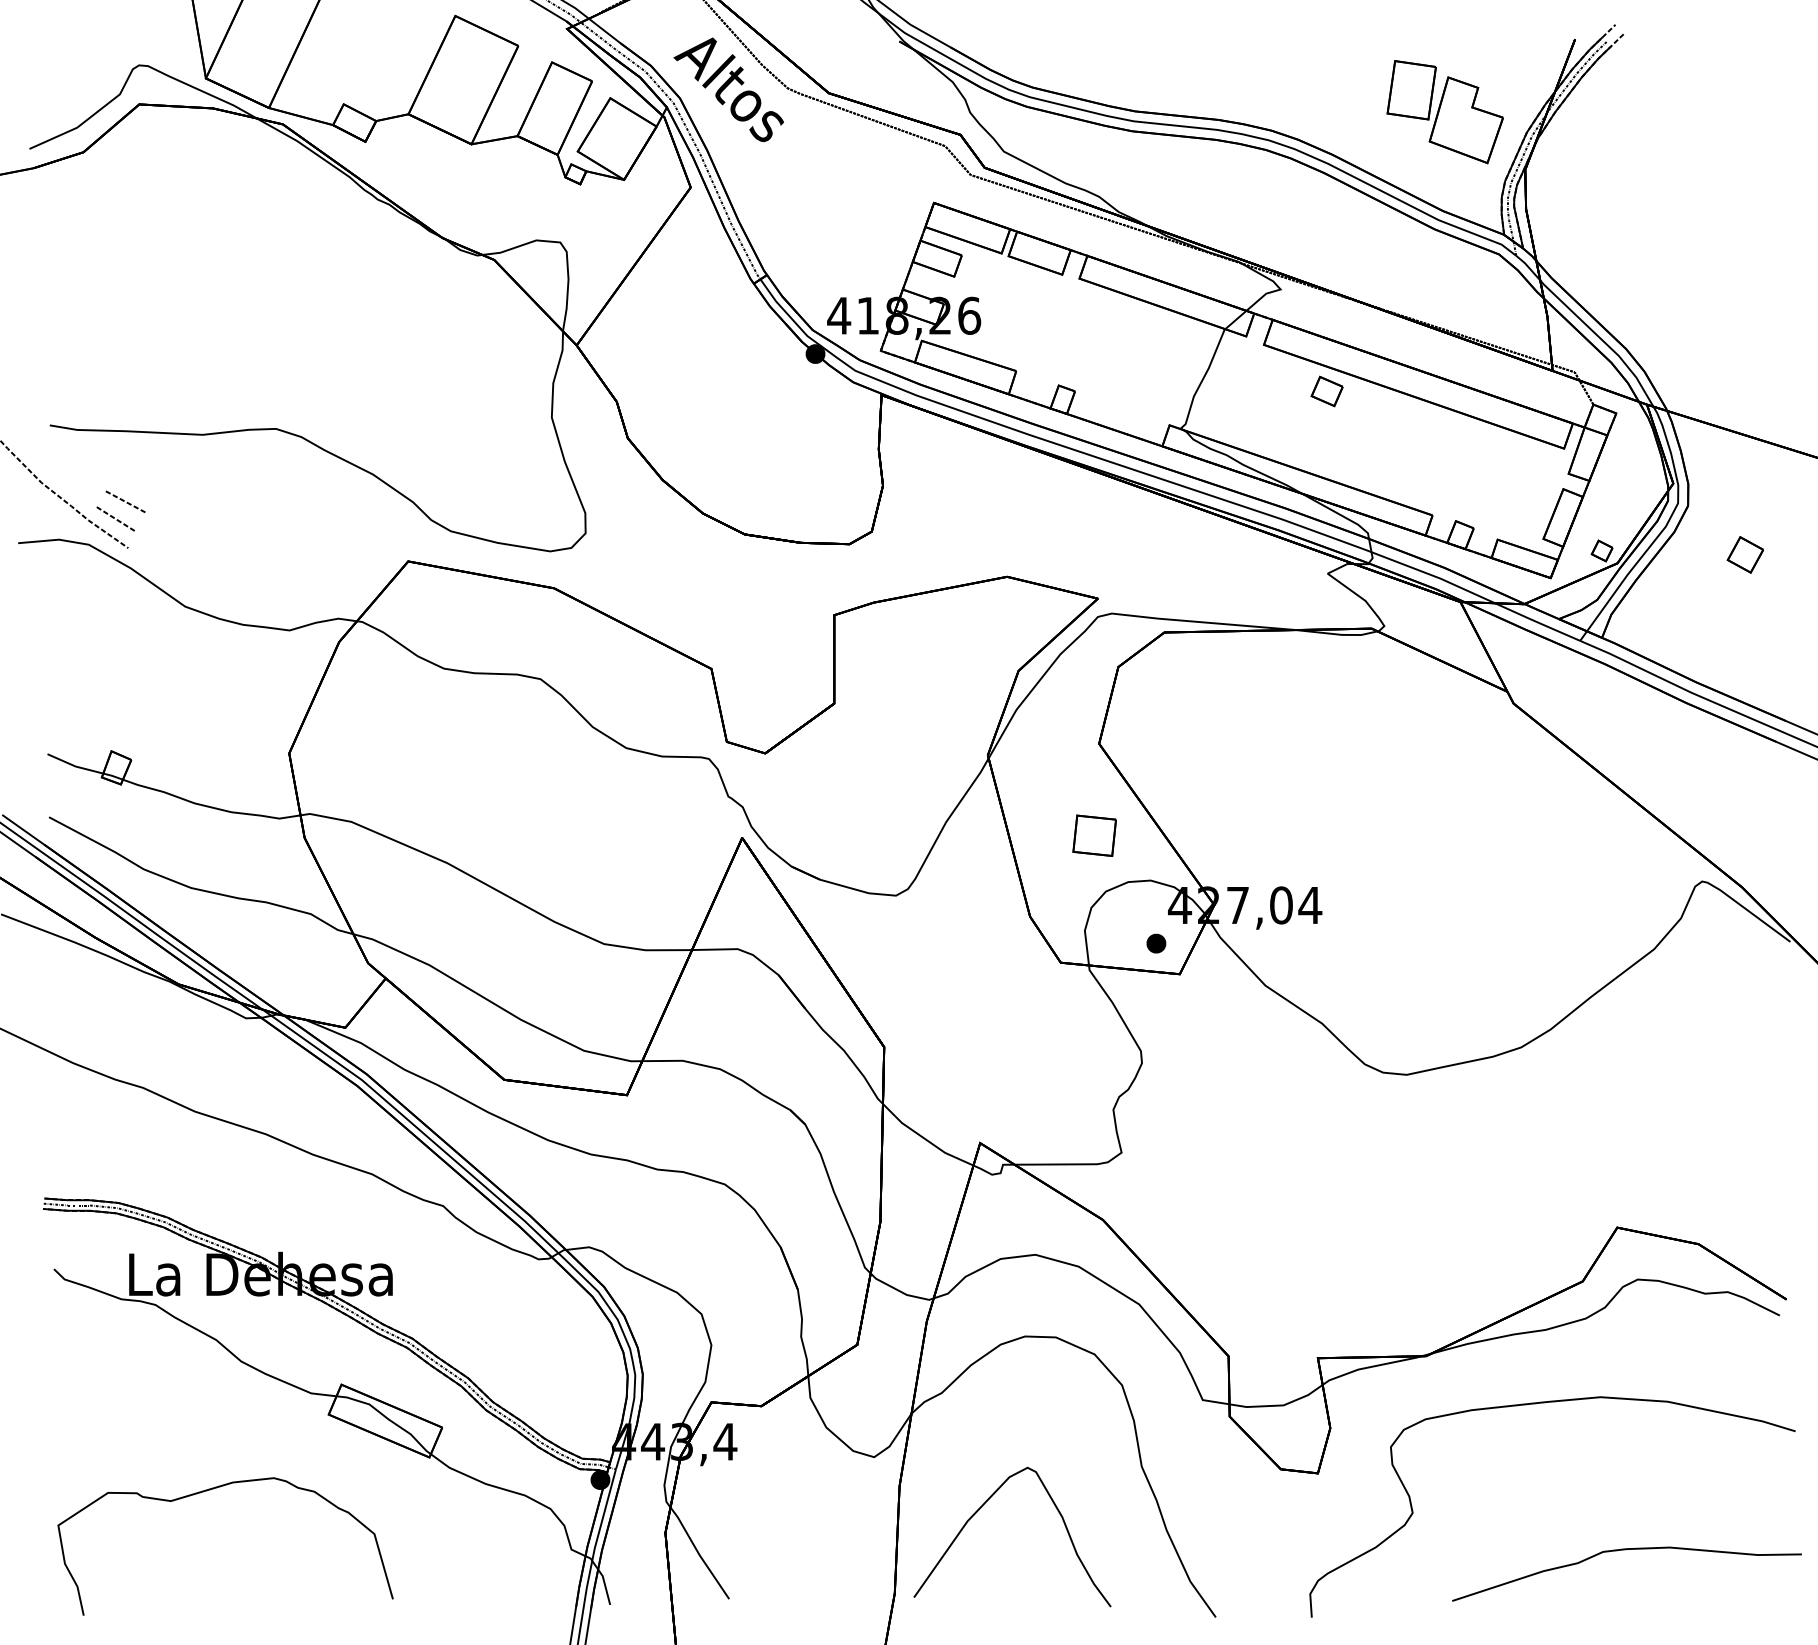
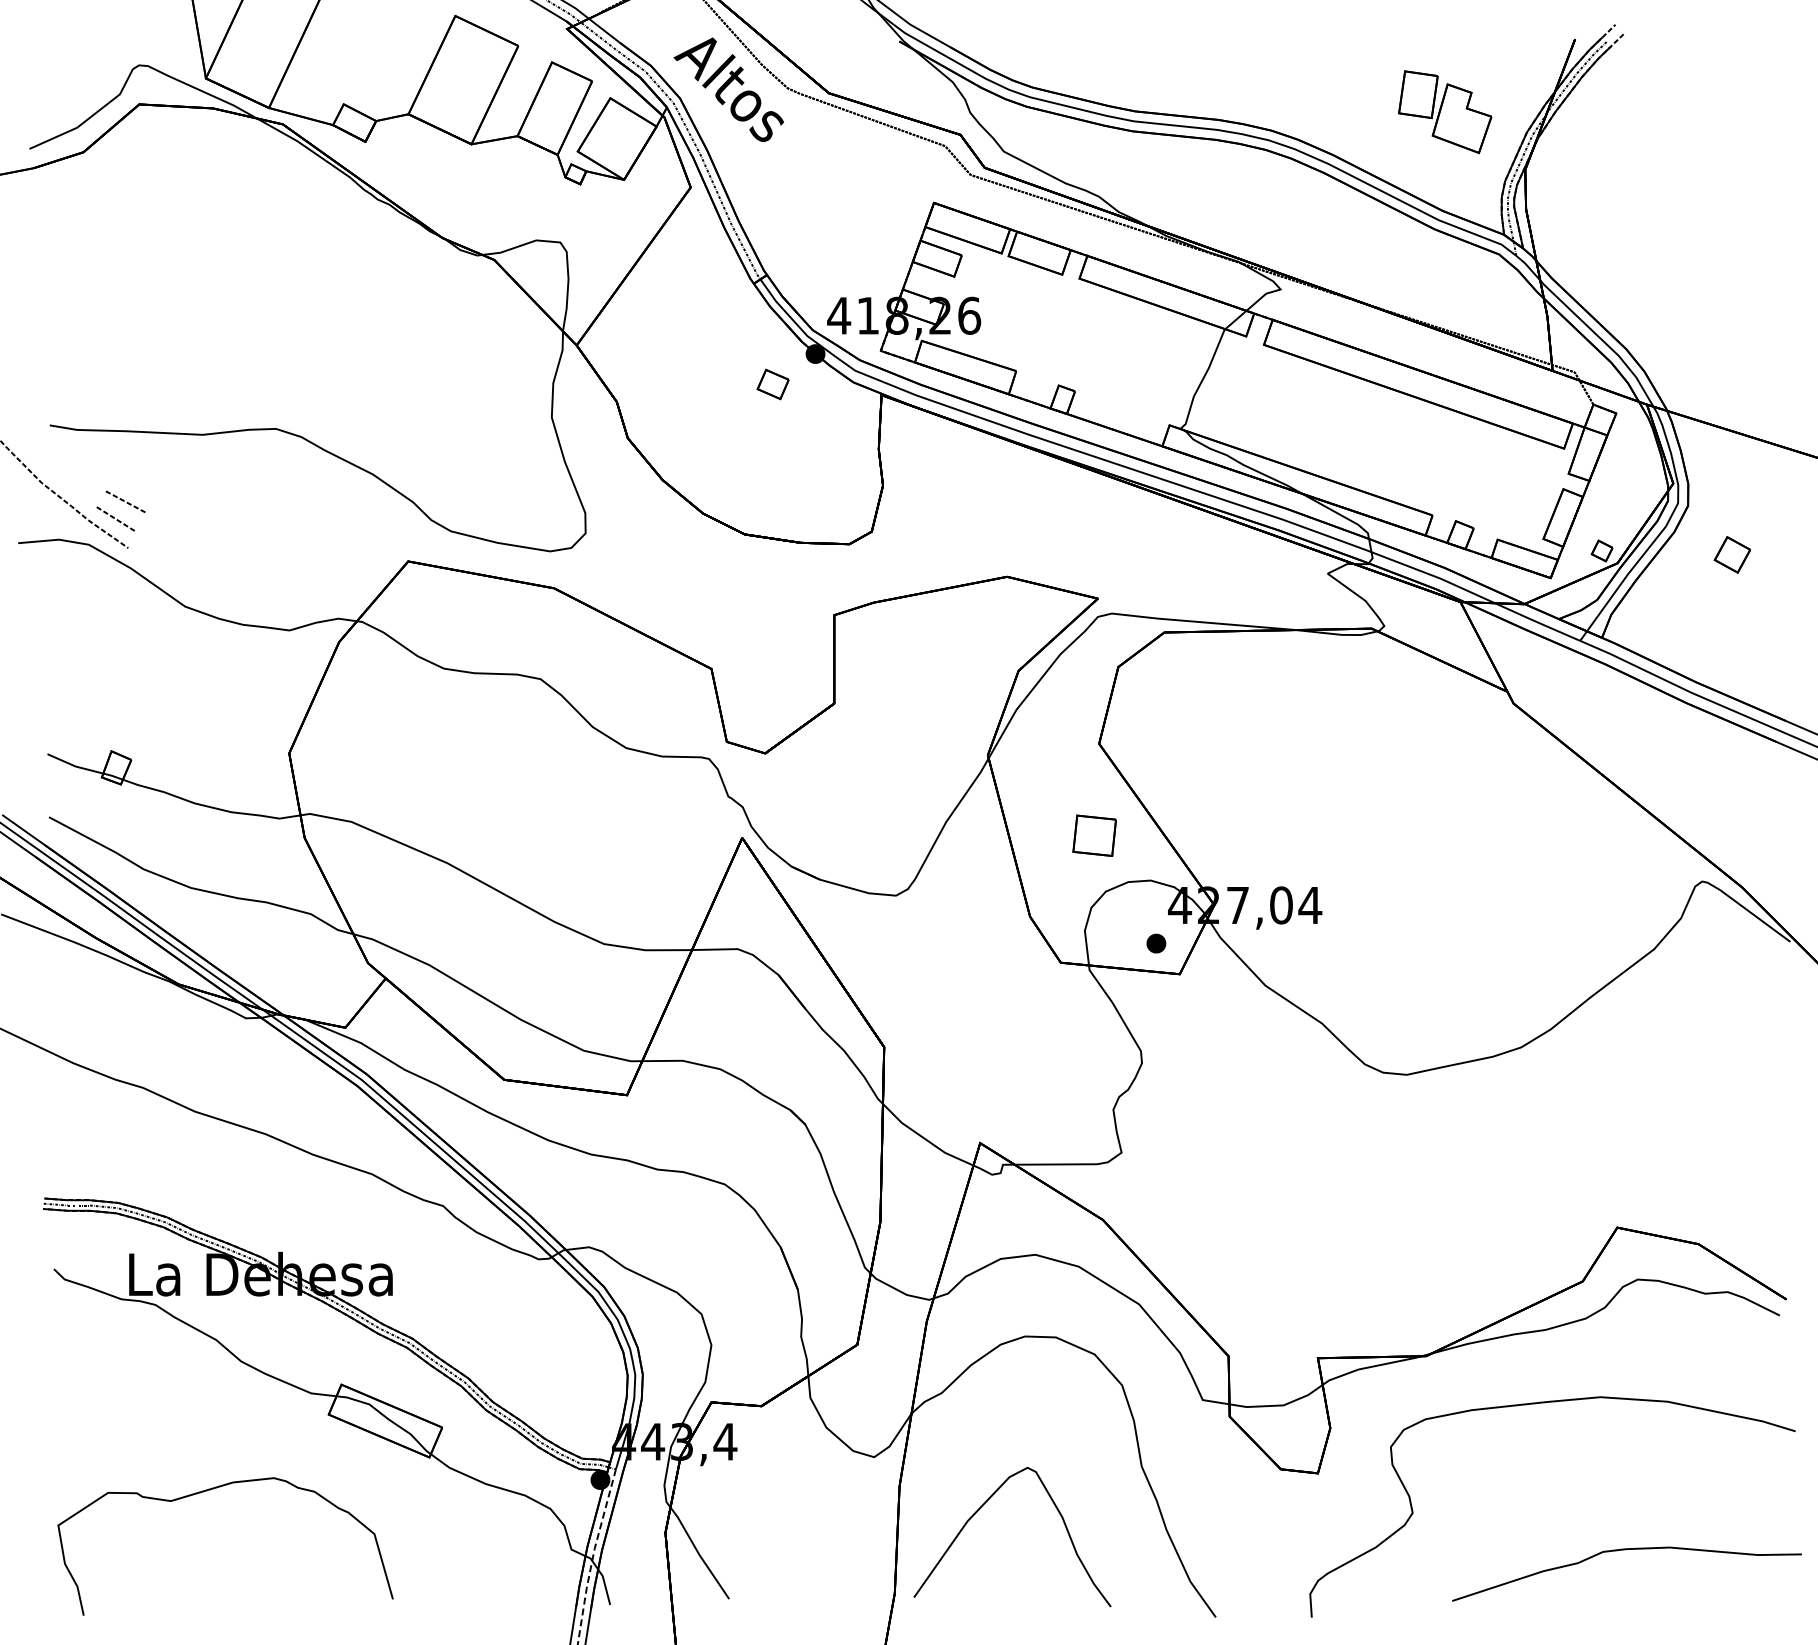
part at (1444, 112) size: 118x105 px -> 95x85 px
part at (1326, 391) position: (1326, 391) -> (772, 384)
part at (1744, 554) position: (1744, 554) -> (1731, 554)
line at (593, 1556): solid -> dashed
